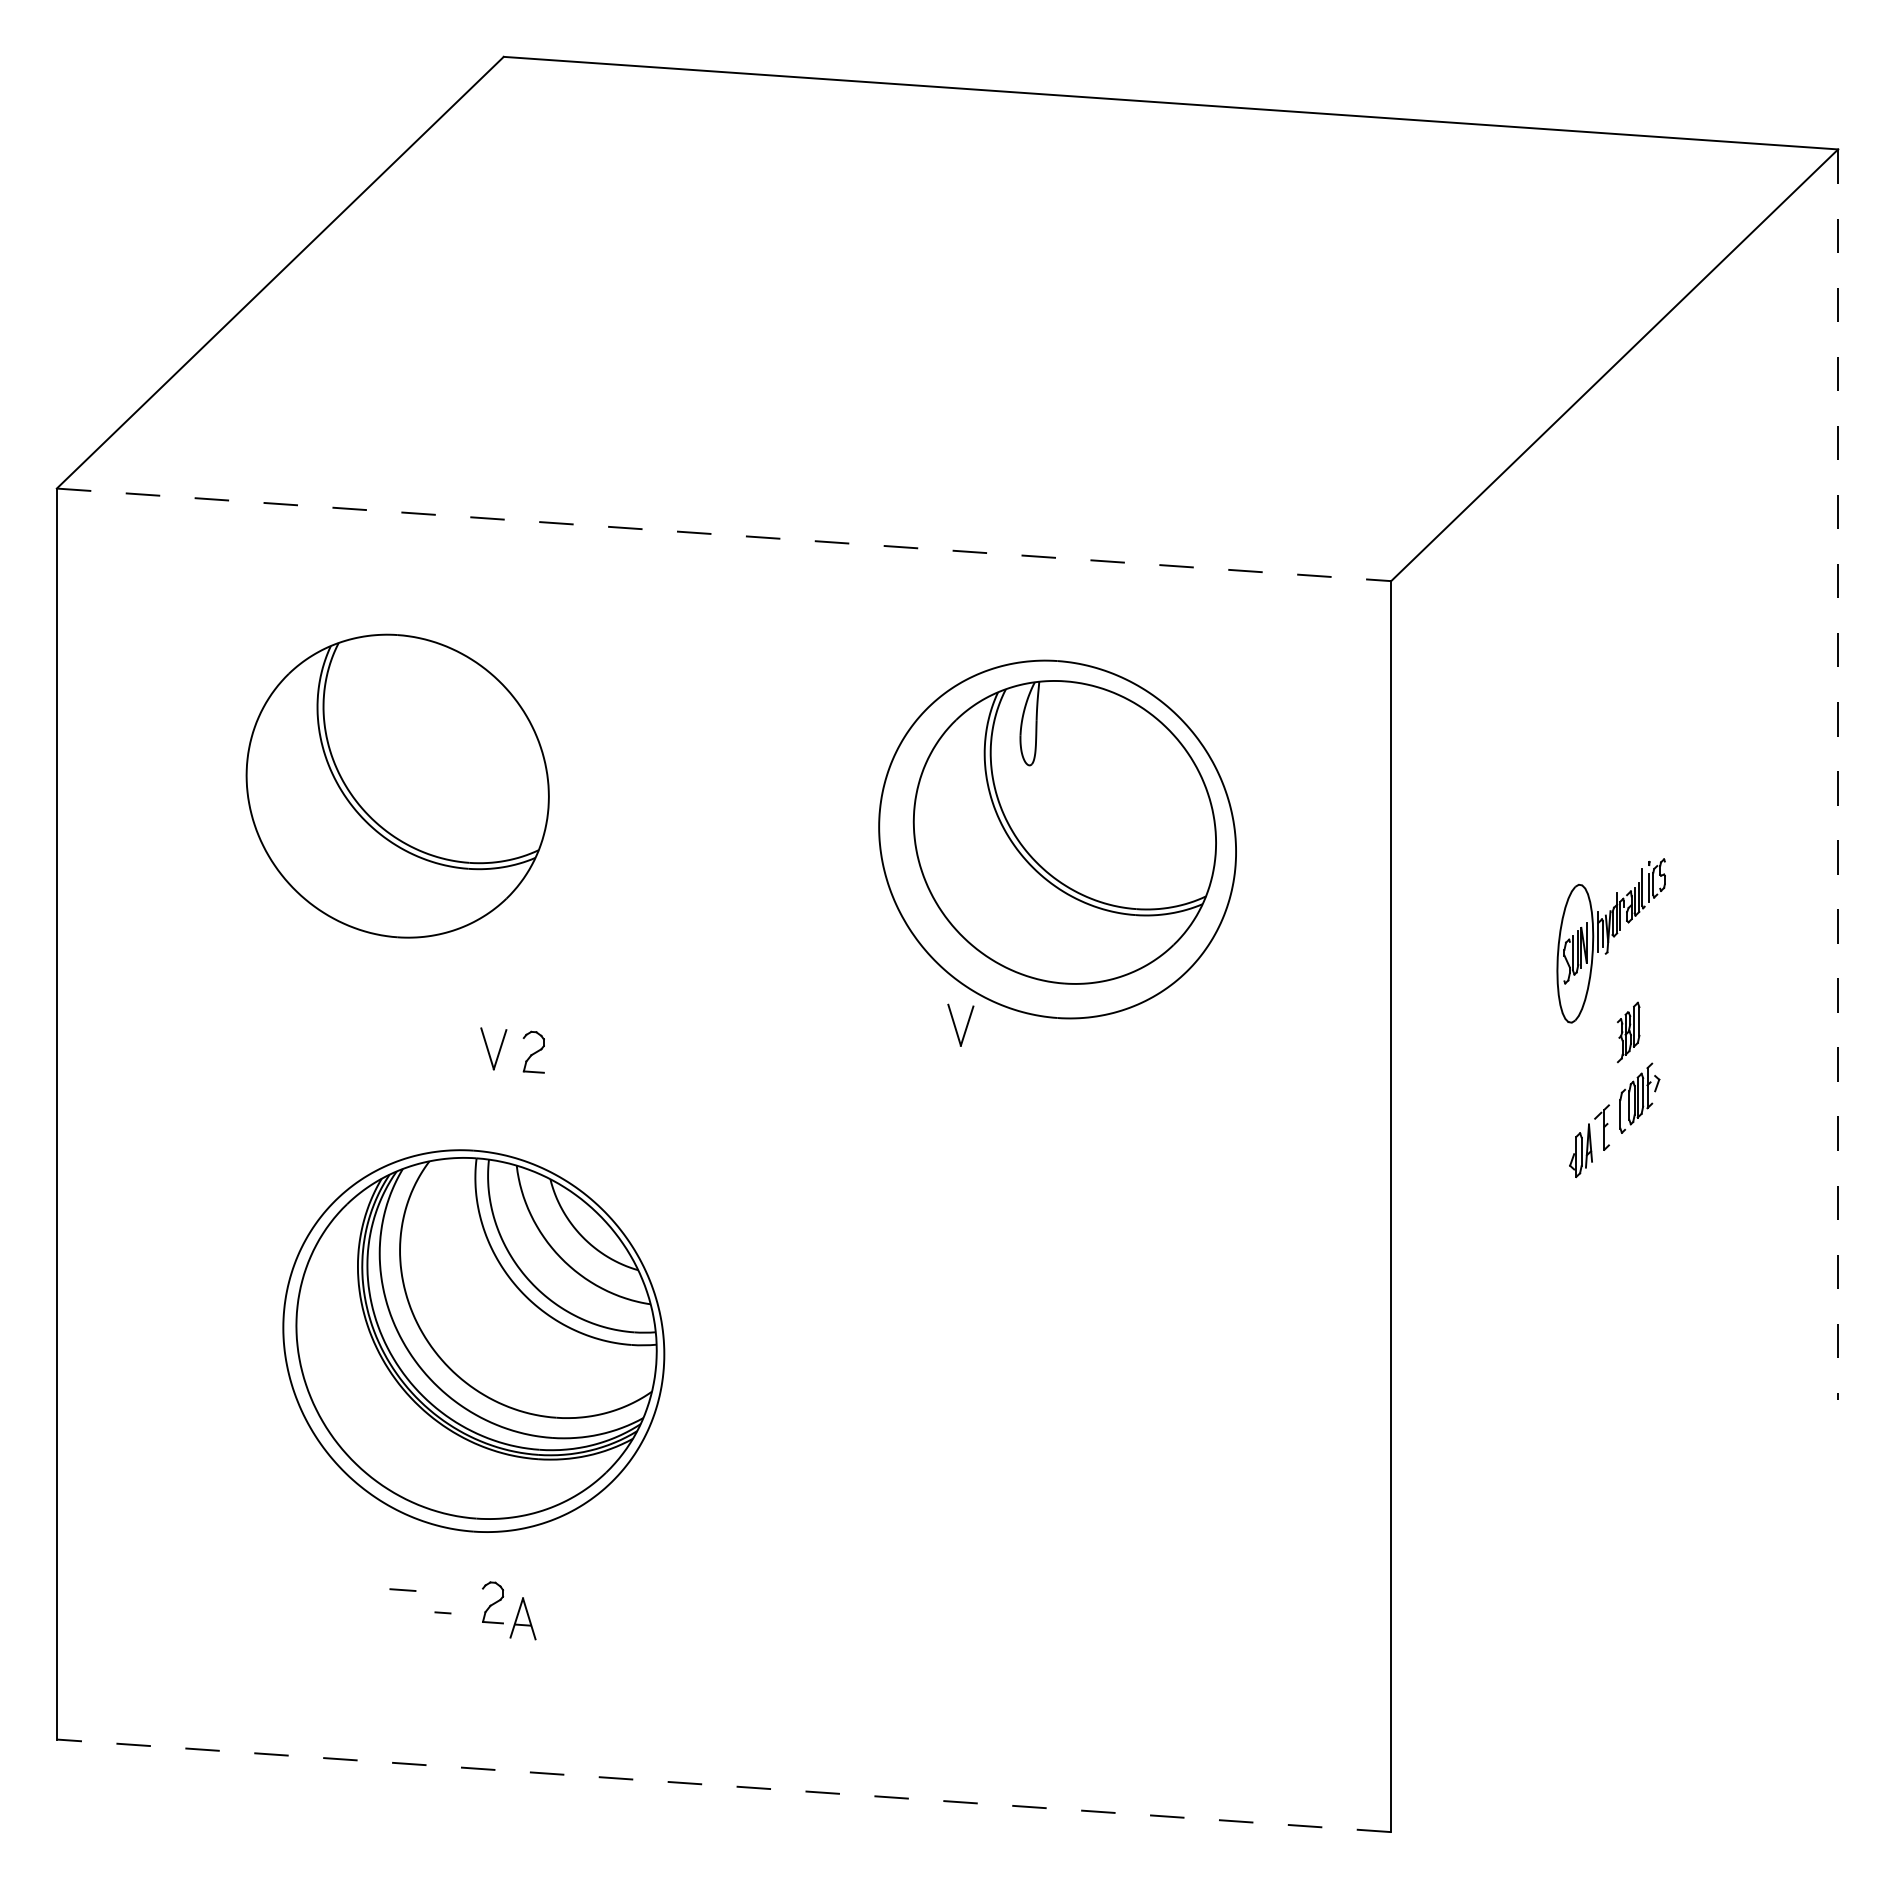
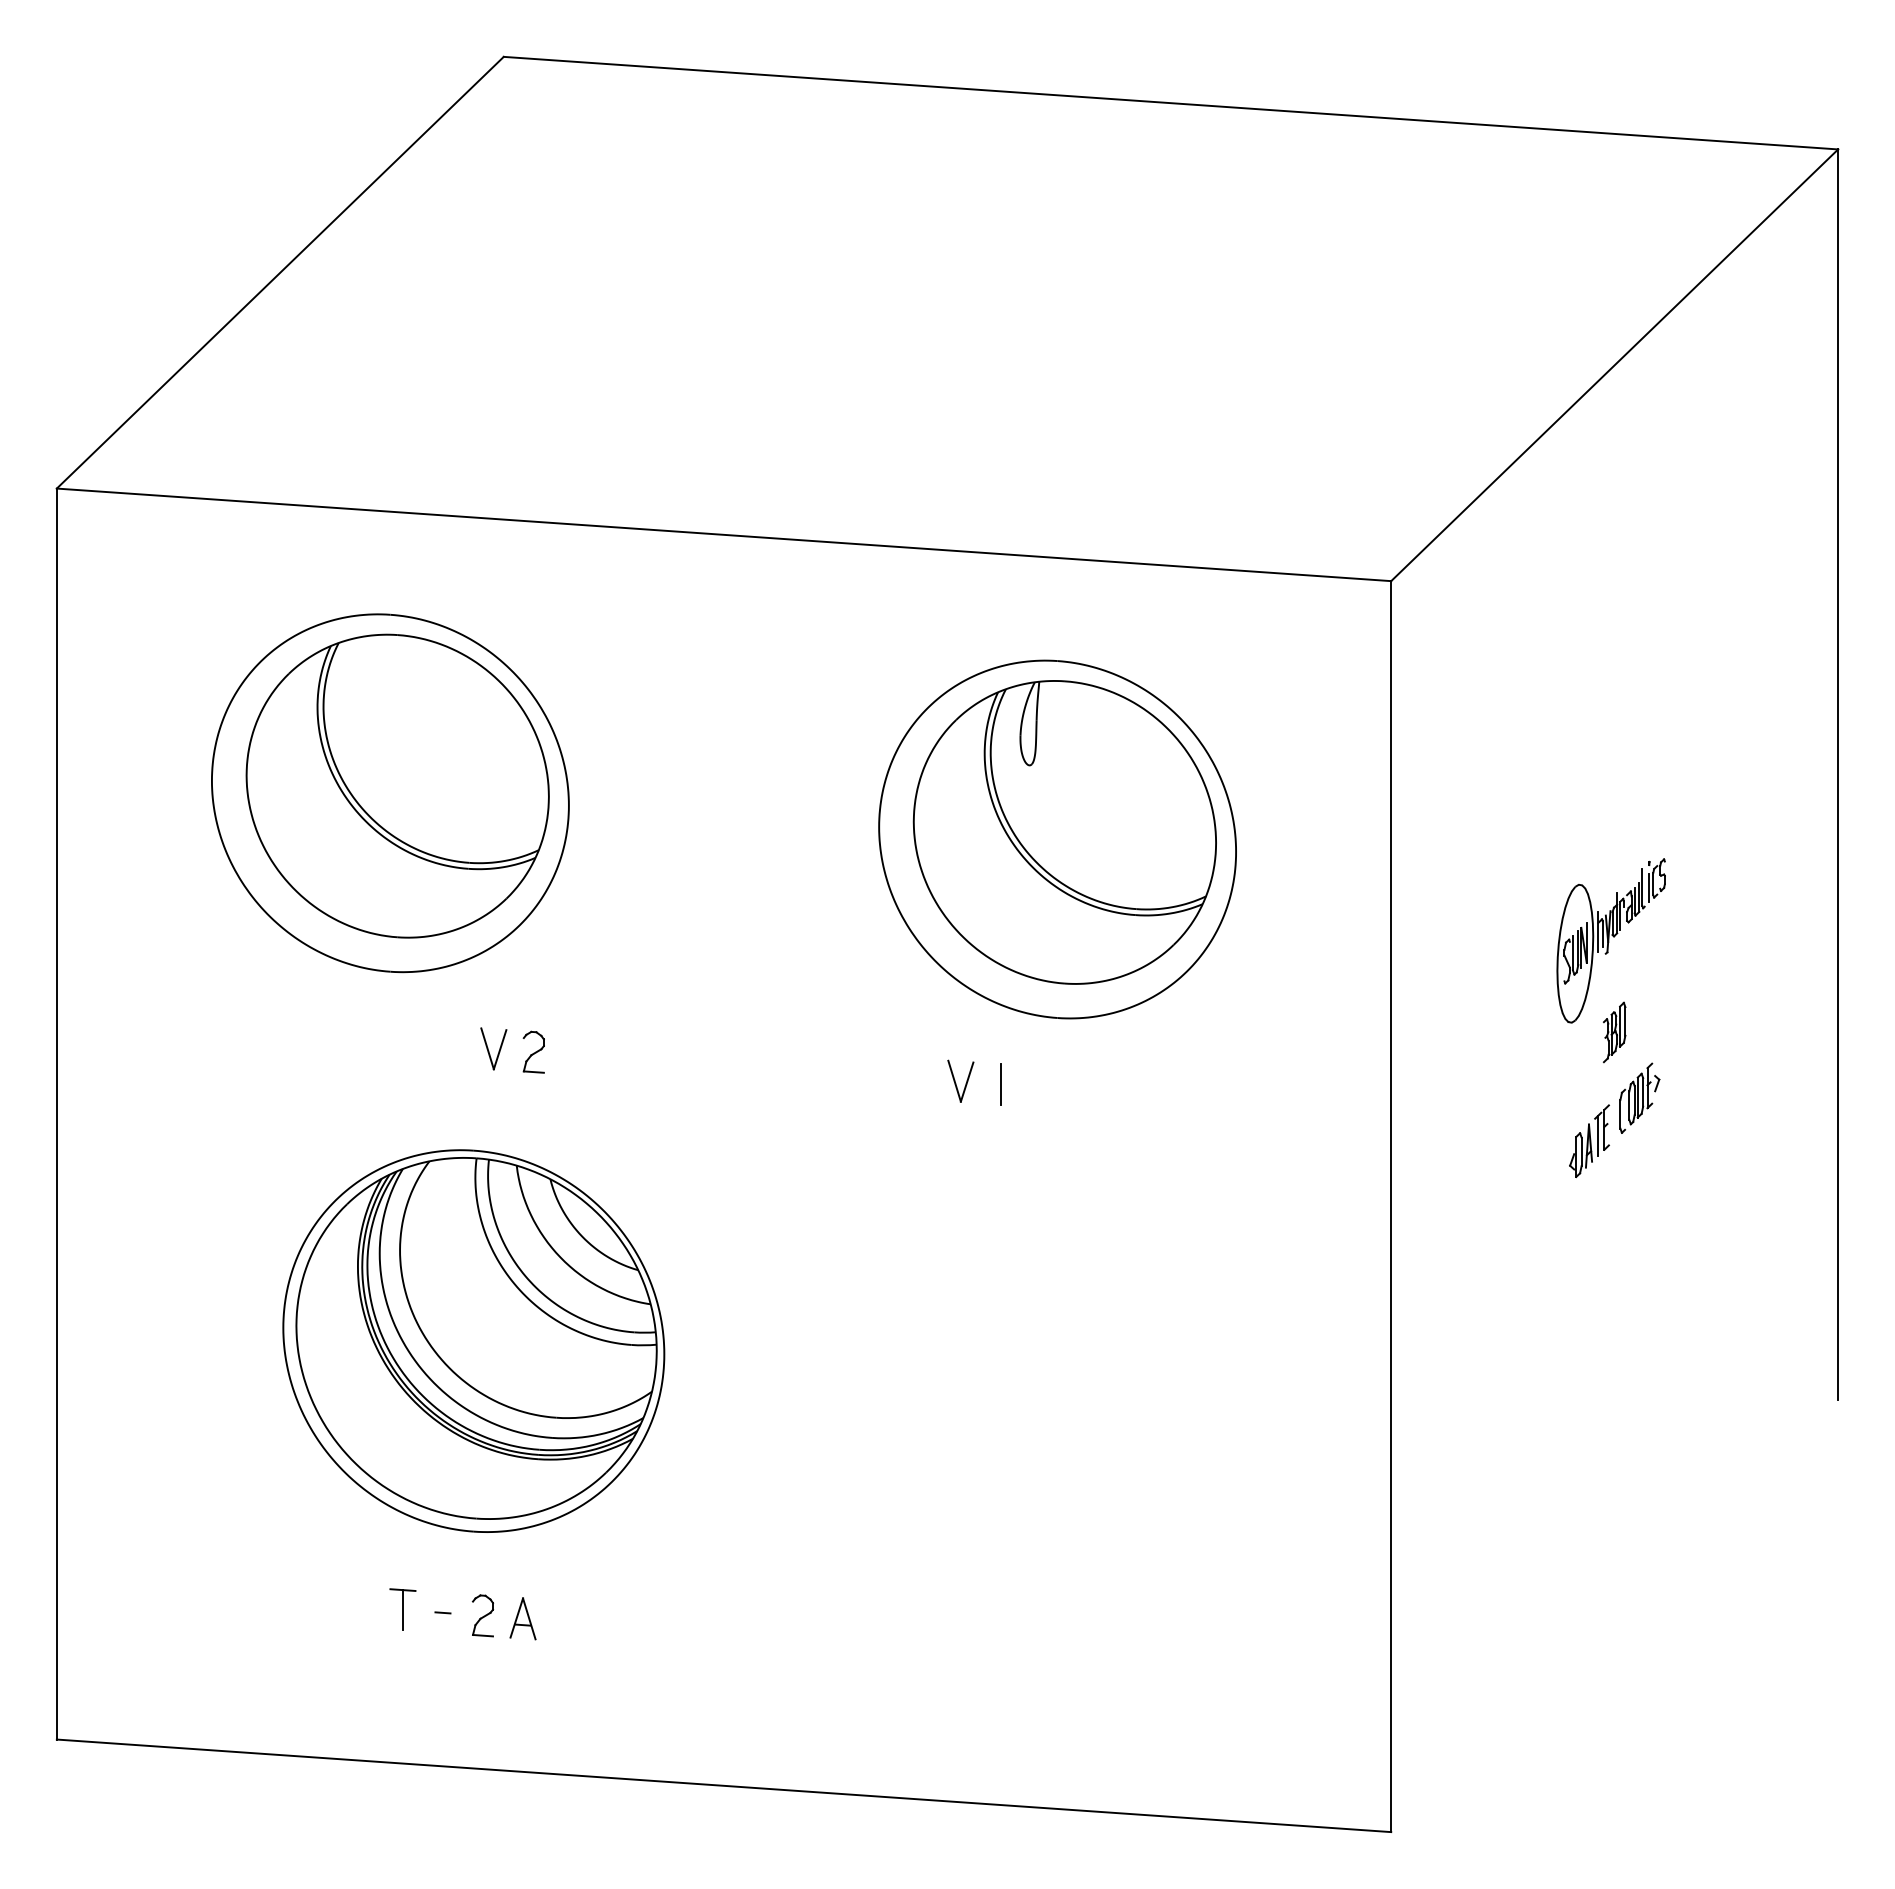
line at (724, 534): dashed -> solid
line at (1838, 775): dashed -> solid
part at (390, 793): none -> present
part at (960, 1024) position: (960, 1024) -> (960, 1080)
part at (1628, 1032) position: (1628, 1032) -> (1614, 1032)
line at (1000, 1084): none -> present
line at (1598, 1135): none -> present
part at (493, 1602) position: (493, 1602) -> (483, 1615)
line at (402, 1610): none -> present
line at (724, 1785): dashed -> solid
